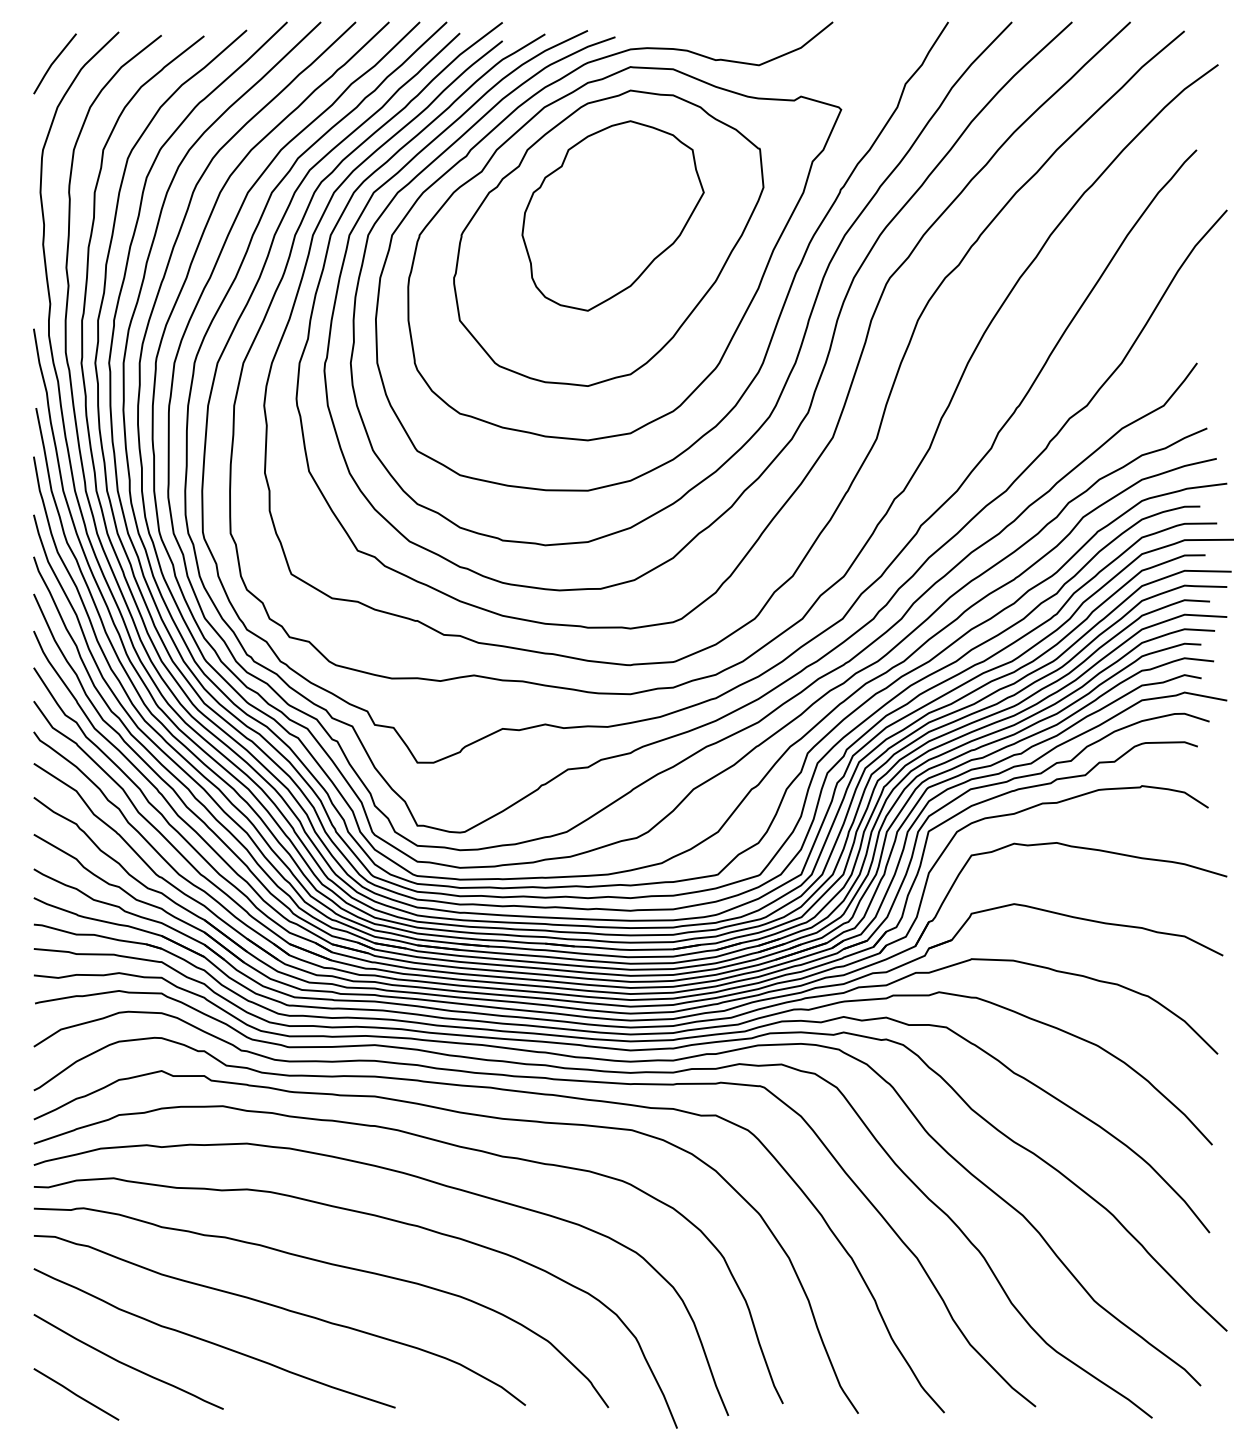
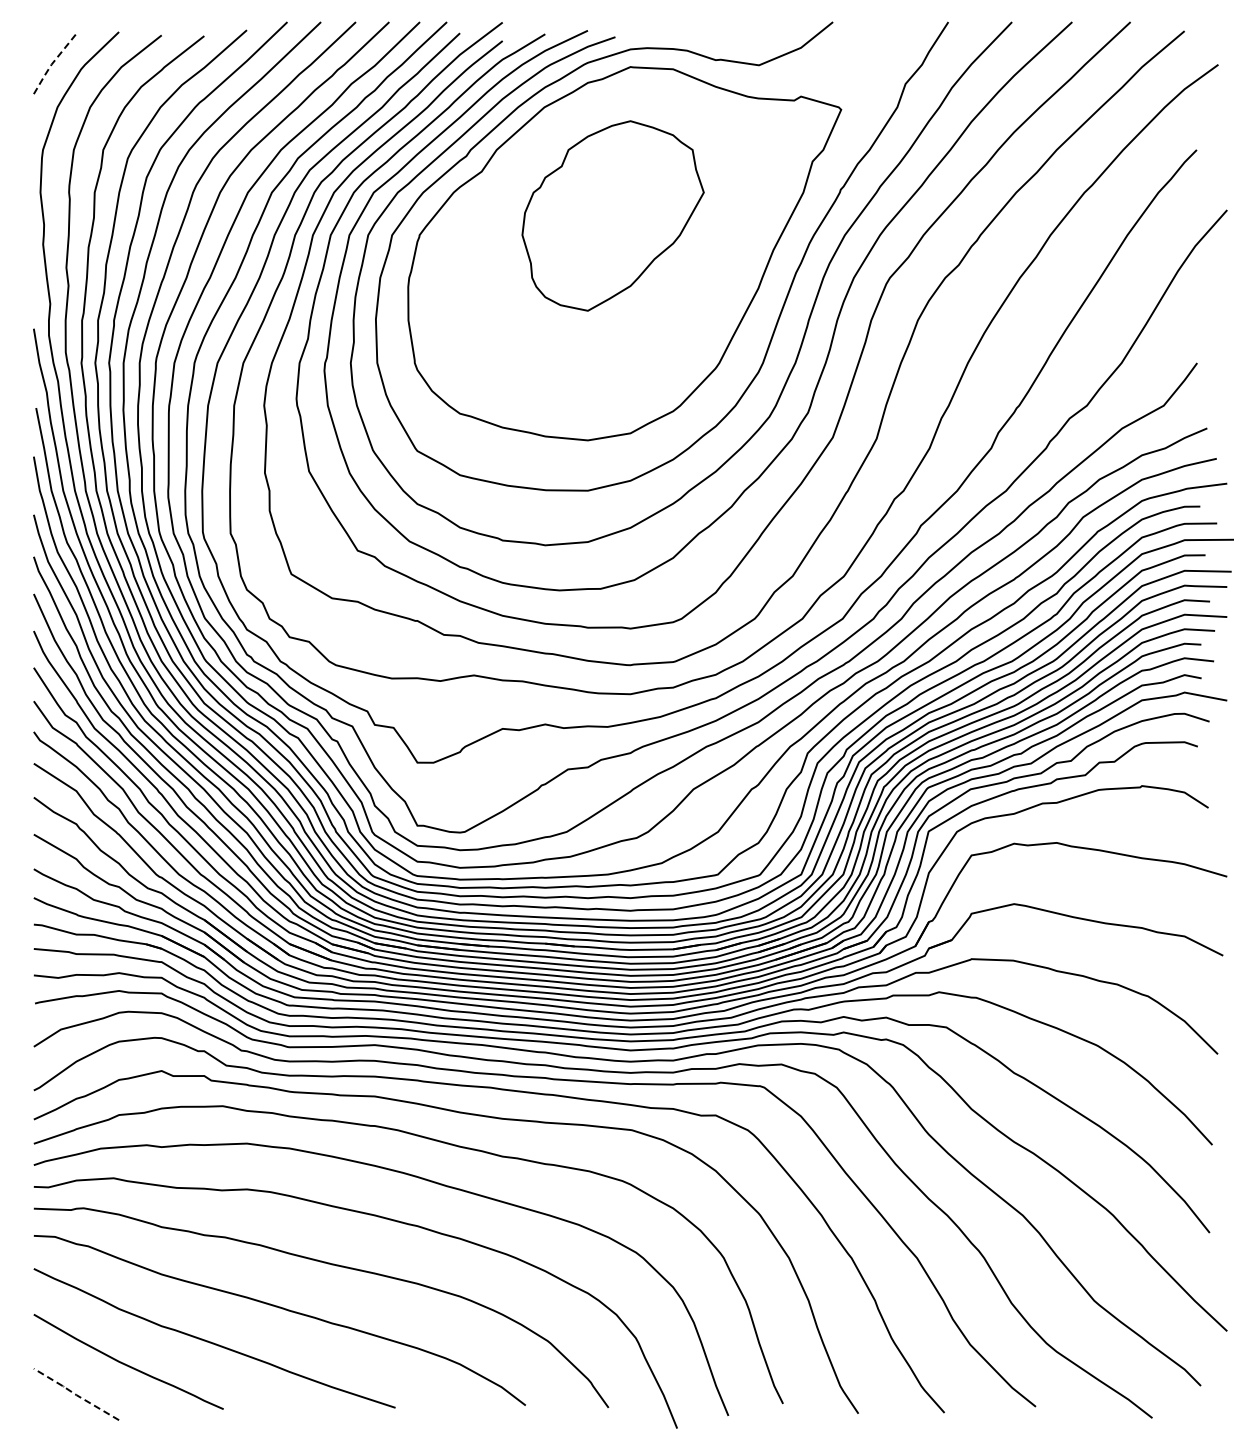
line at (52, 63): solid -> dashed
part at (608, 237): present -> none
line at (75, 1394): solid -> dashed
